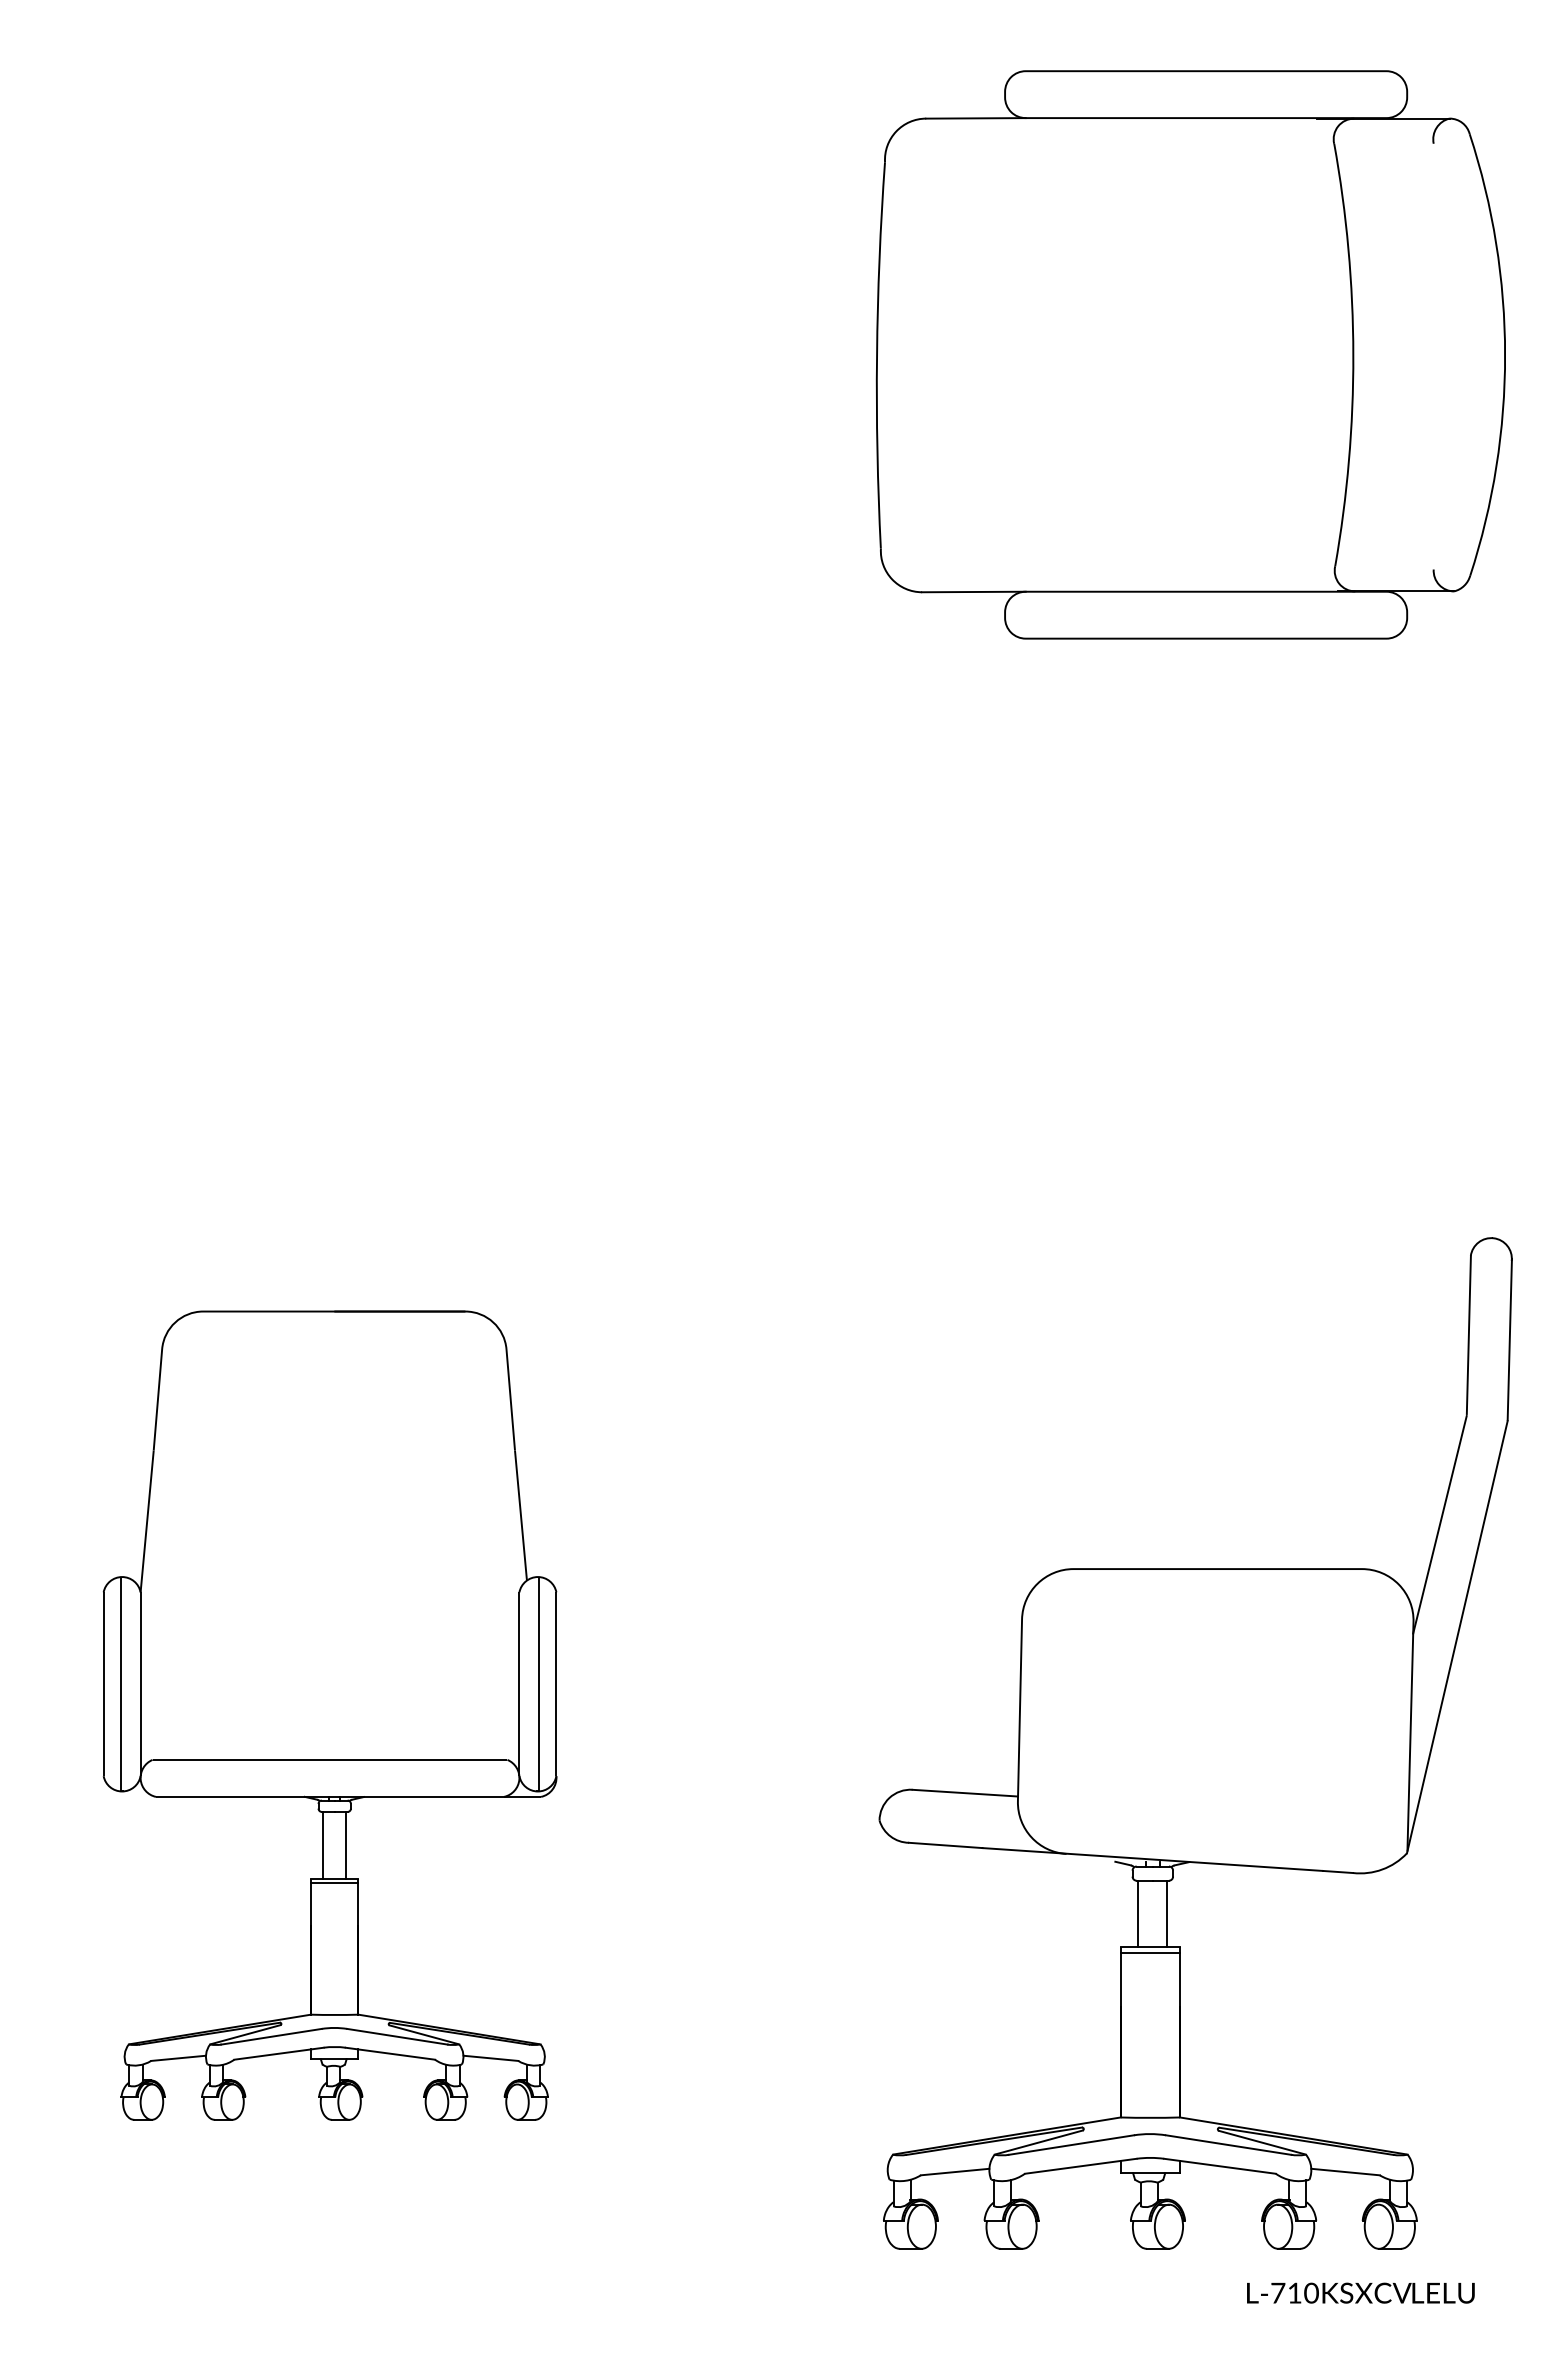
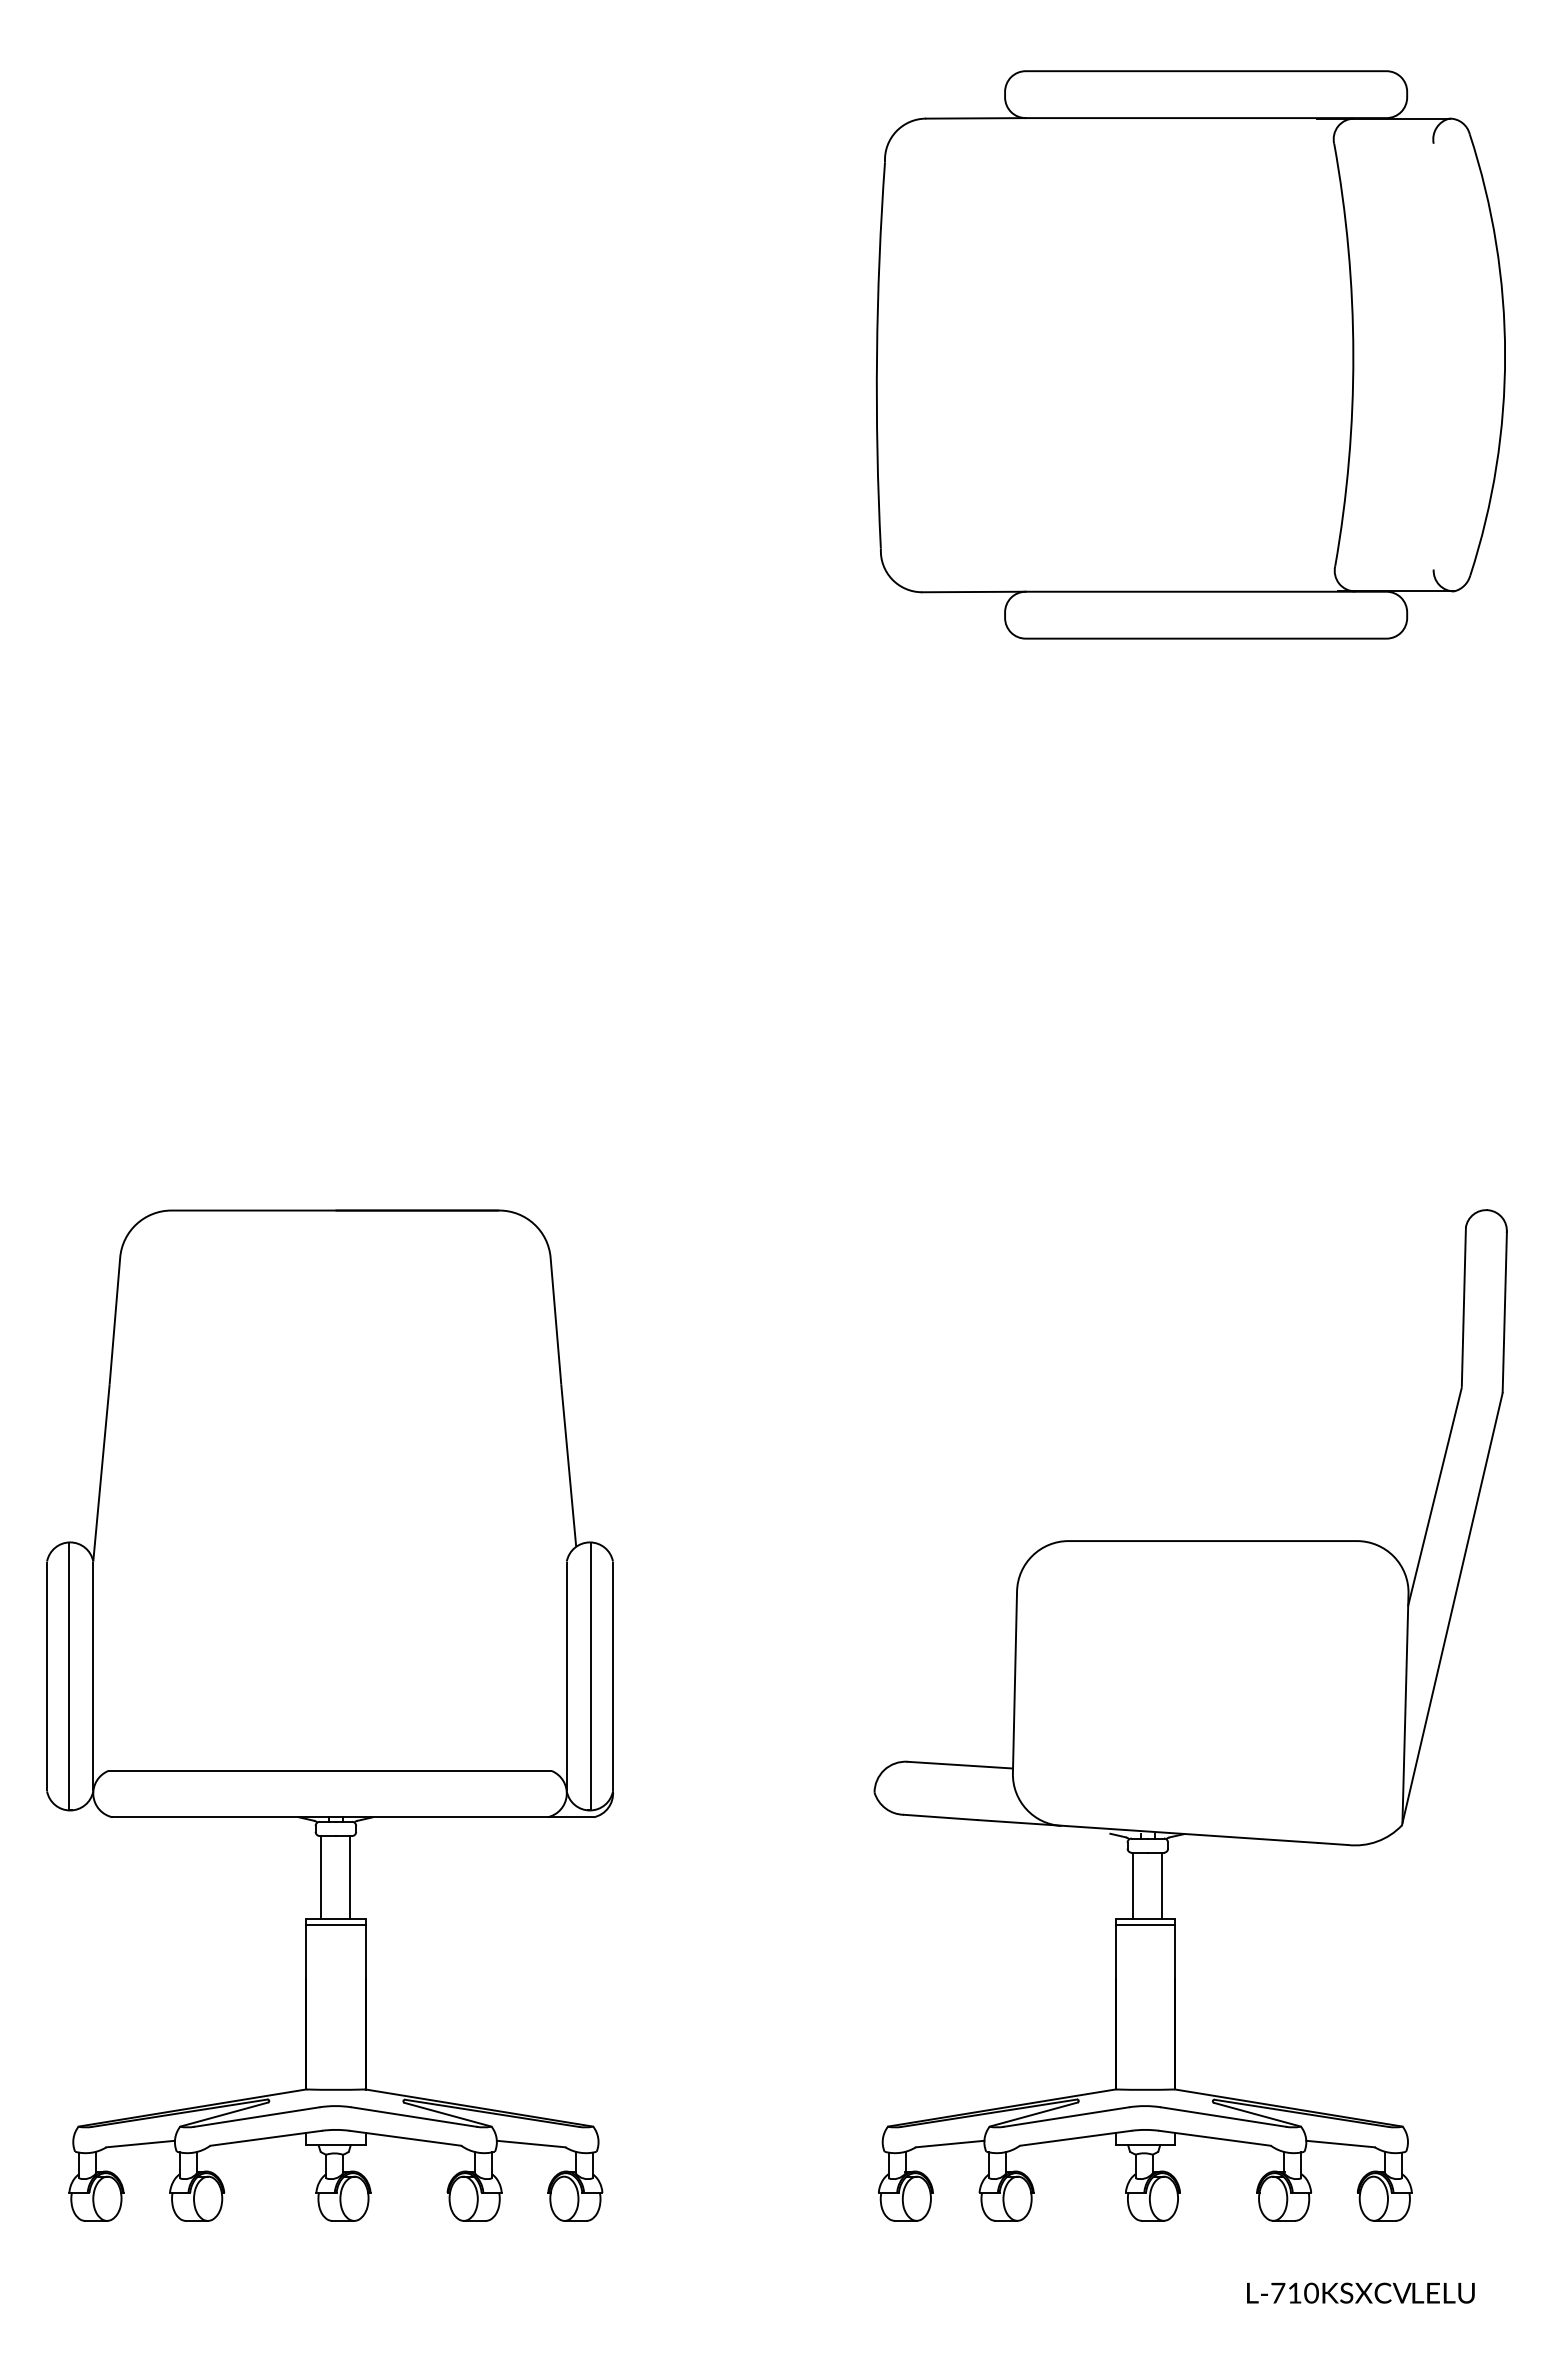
part at (329, 1715) size: 456x811 px -> 568x1013 px
part at (1195, 1743) position: (1195, 1743) -> (1190, 1715)
